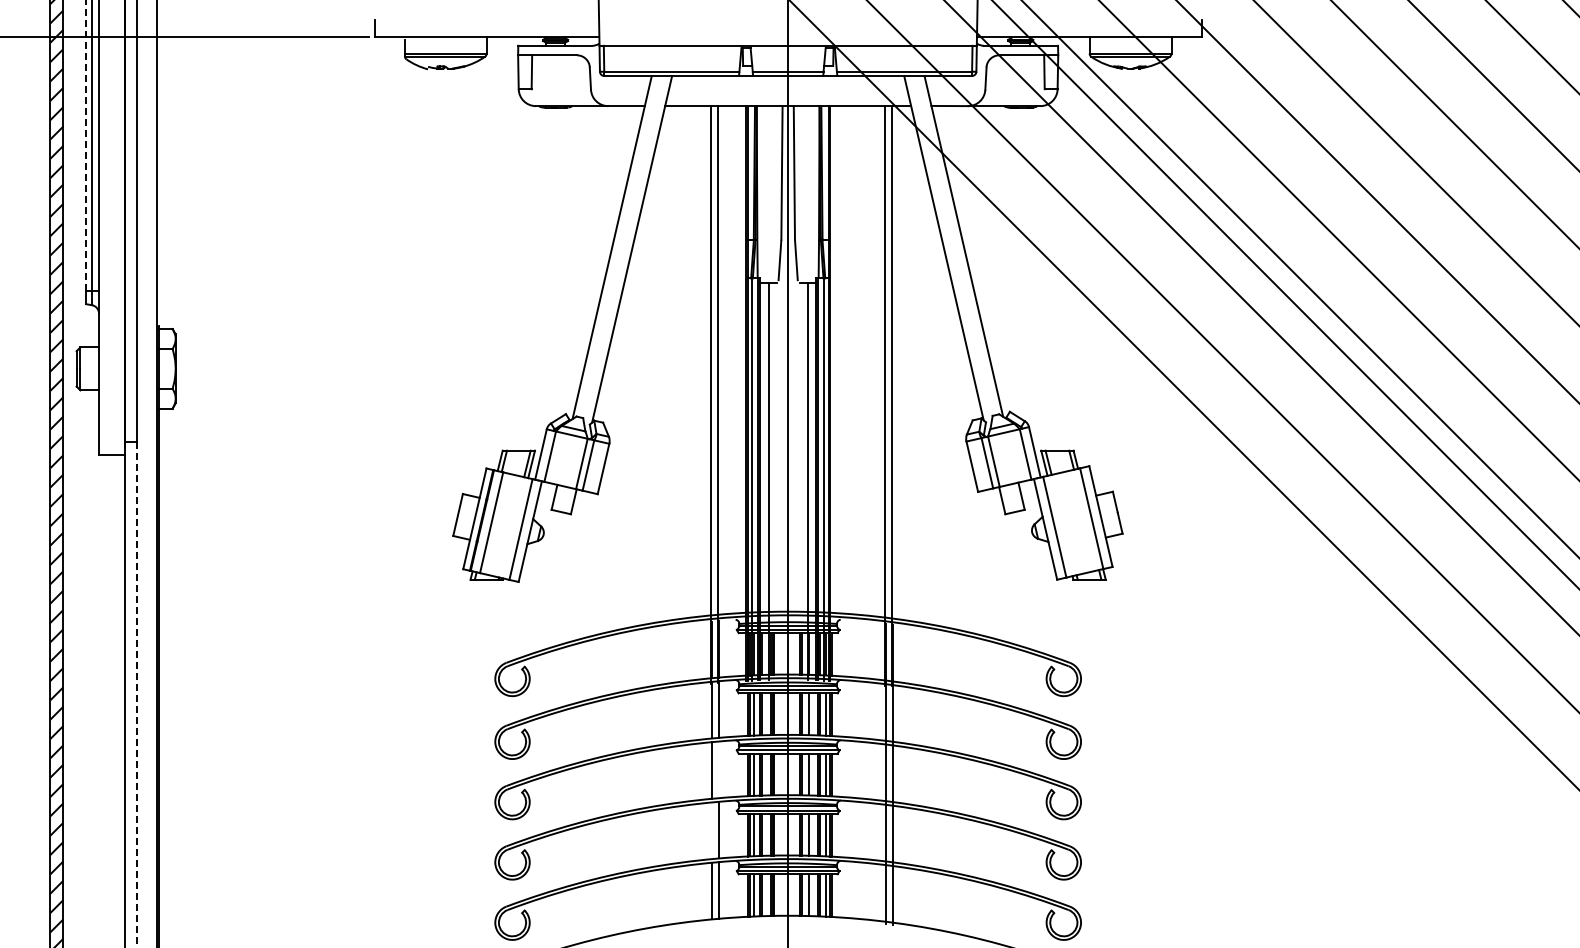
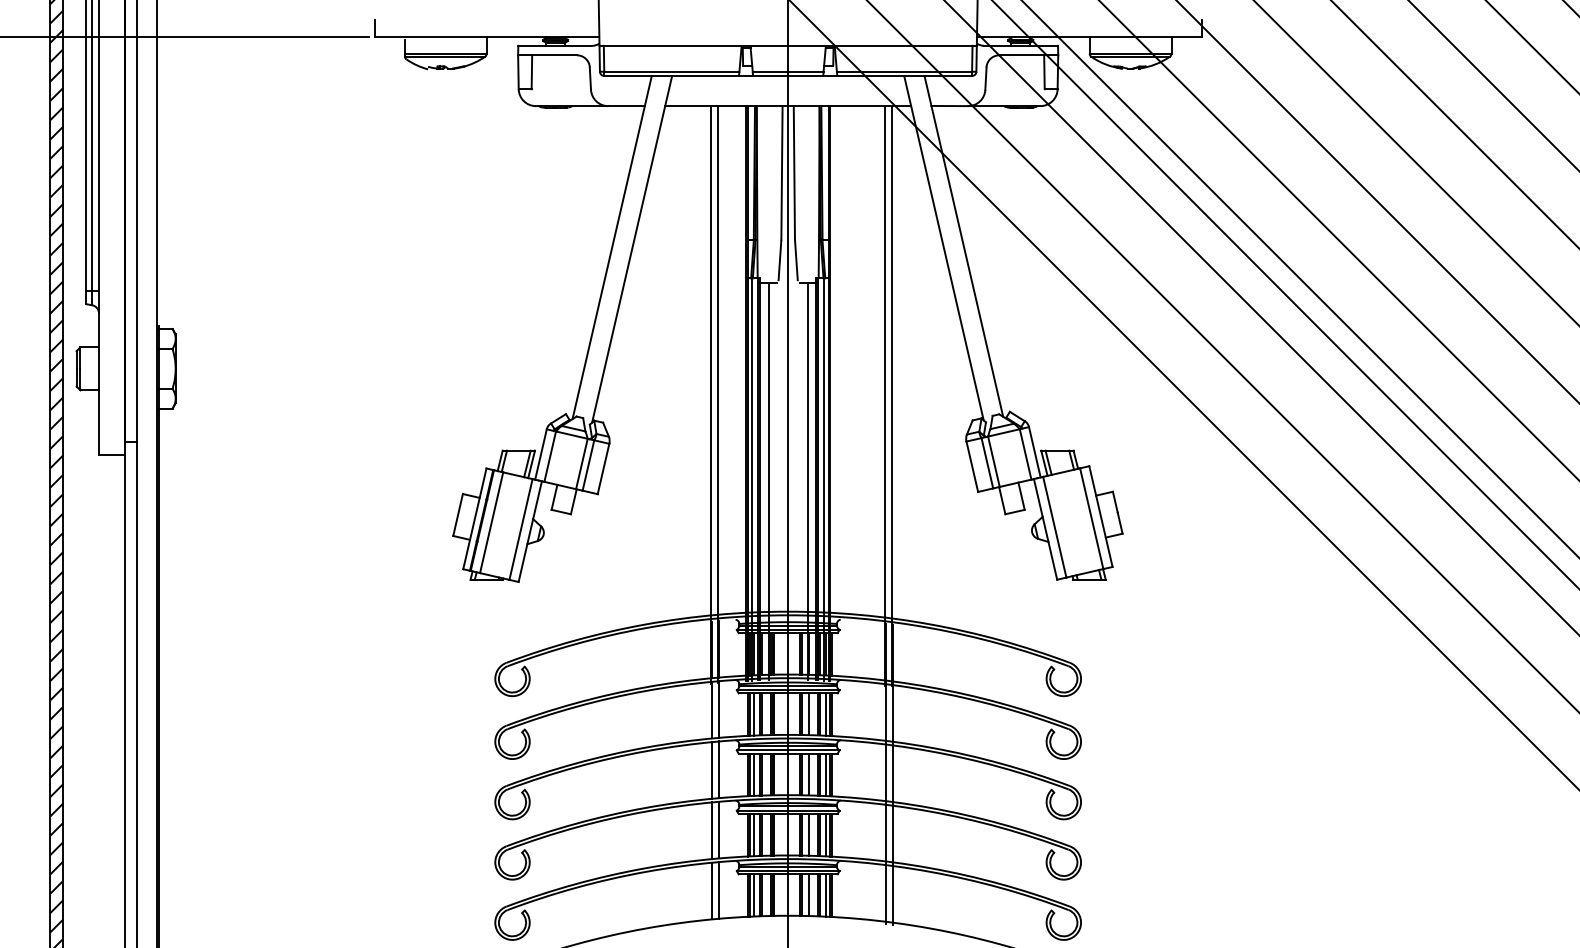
line at (86, 145): dashed -> solid
line at (136, 694): dashed -> solid
line at (719, 769): none -> present
line at (712, 830): none -> present
